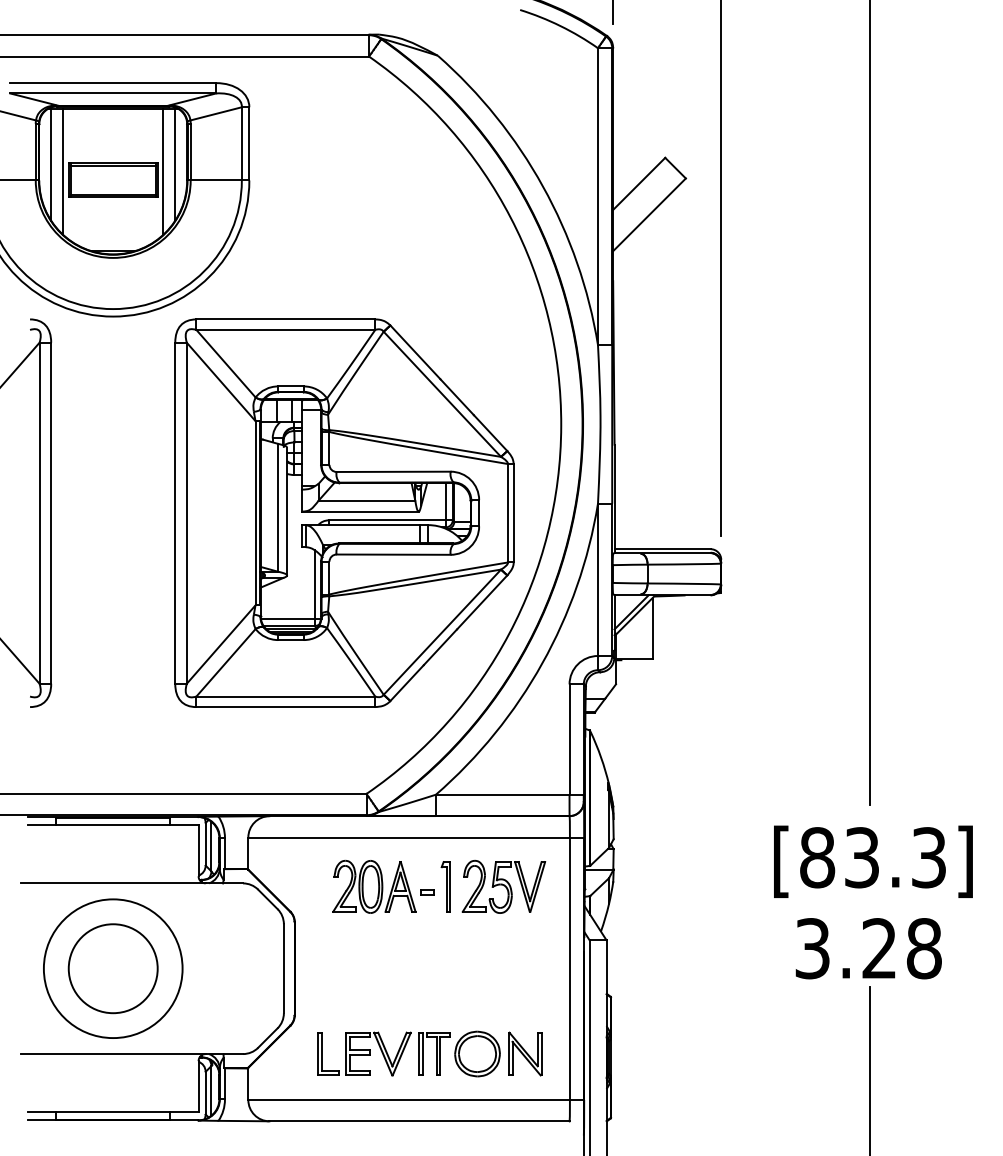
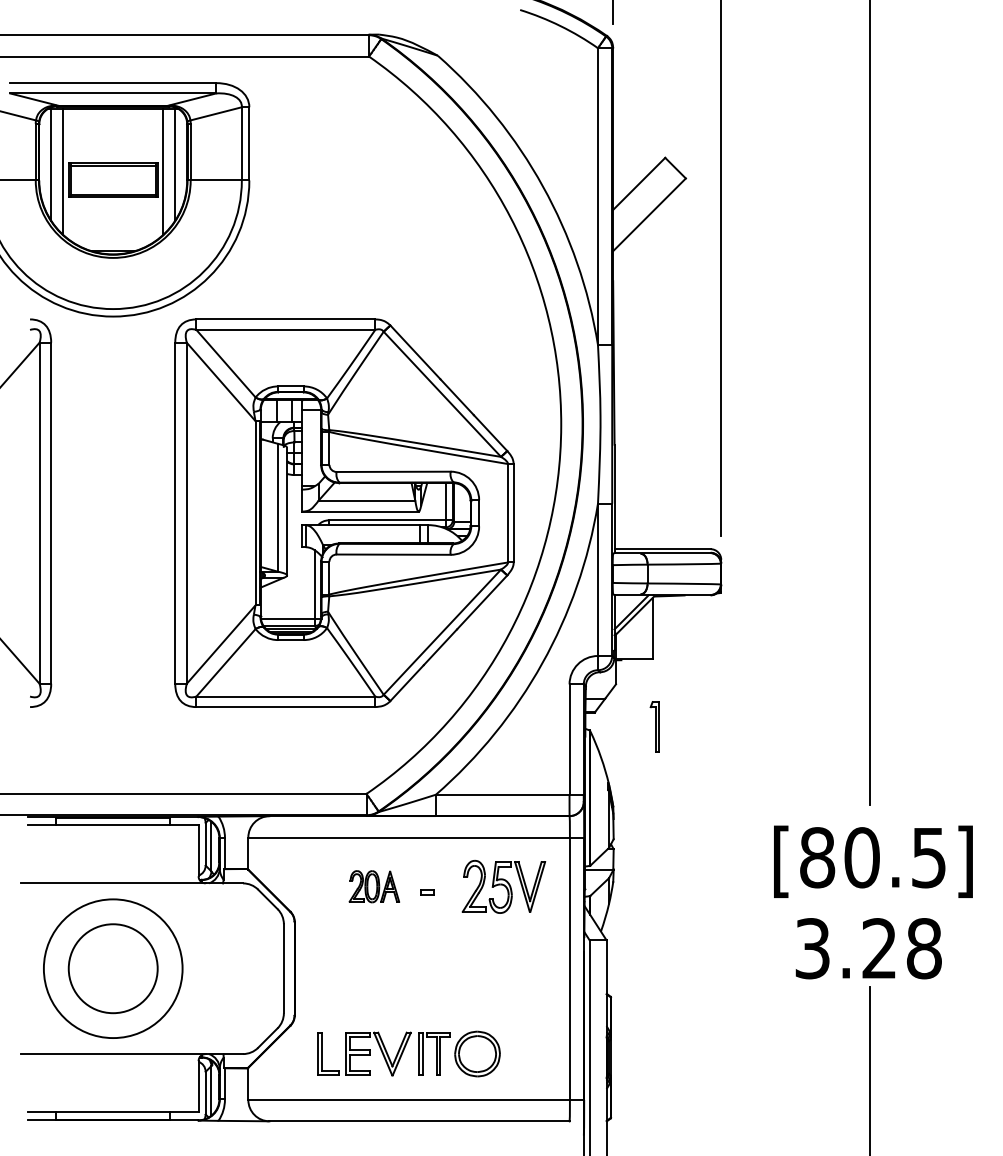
text at (894, 857): [83.3] -> [80.5]
part at (374, 886) size: 85x55 px -> 52x34 px
part at (445, 886) position: (445, 886) -> (654, 726)
part at (525, 1053): present -> none
